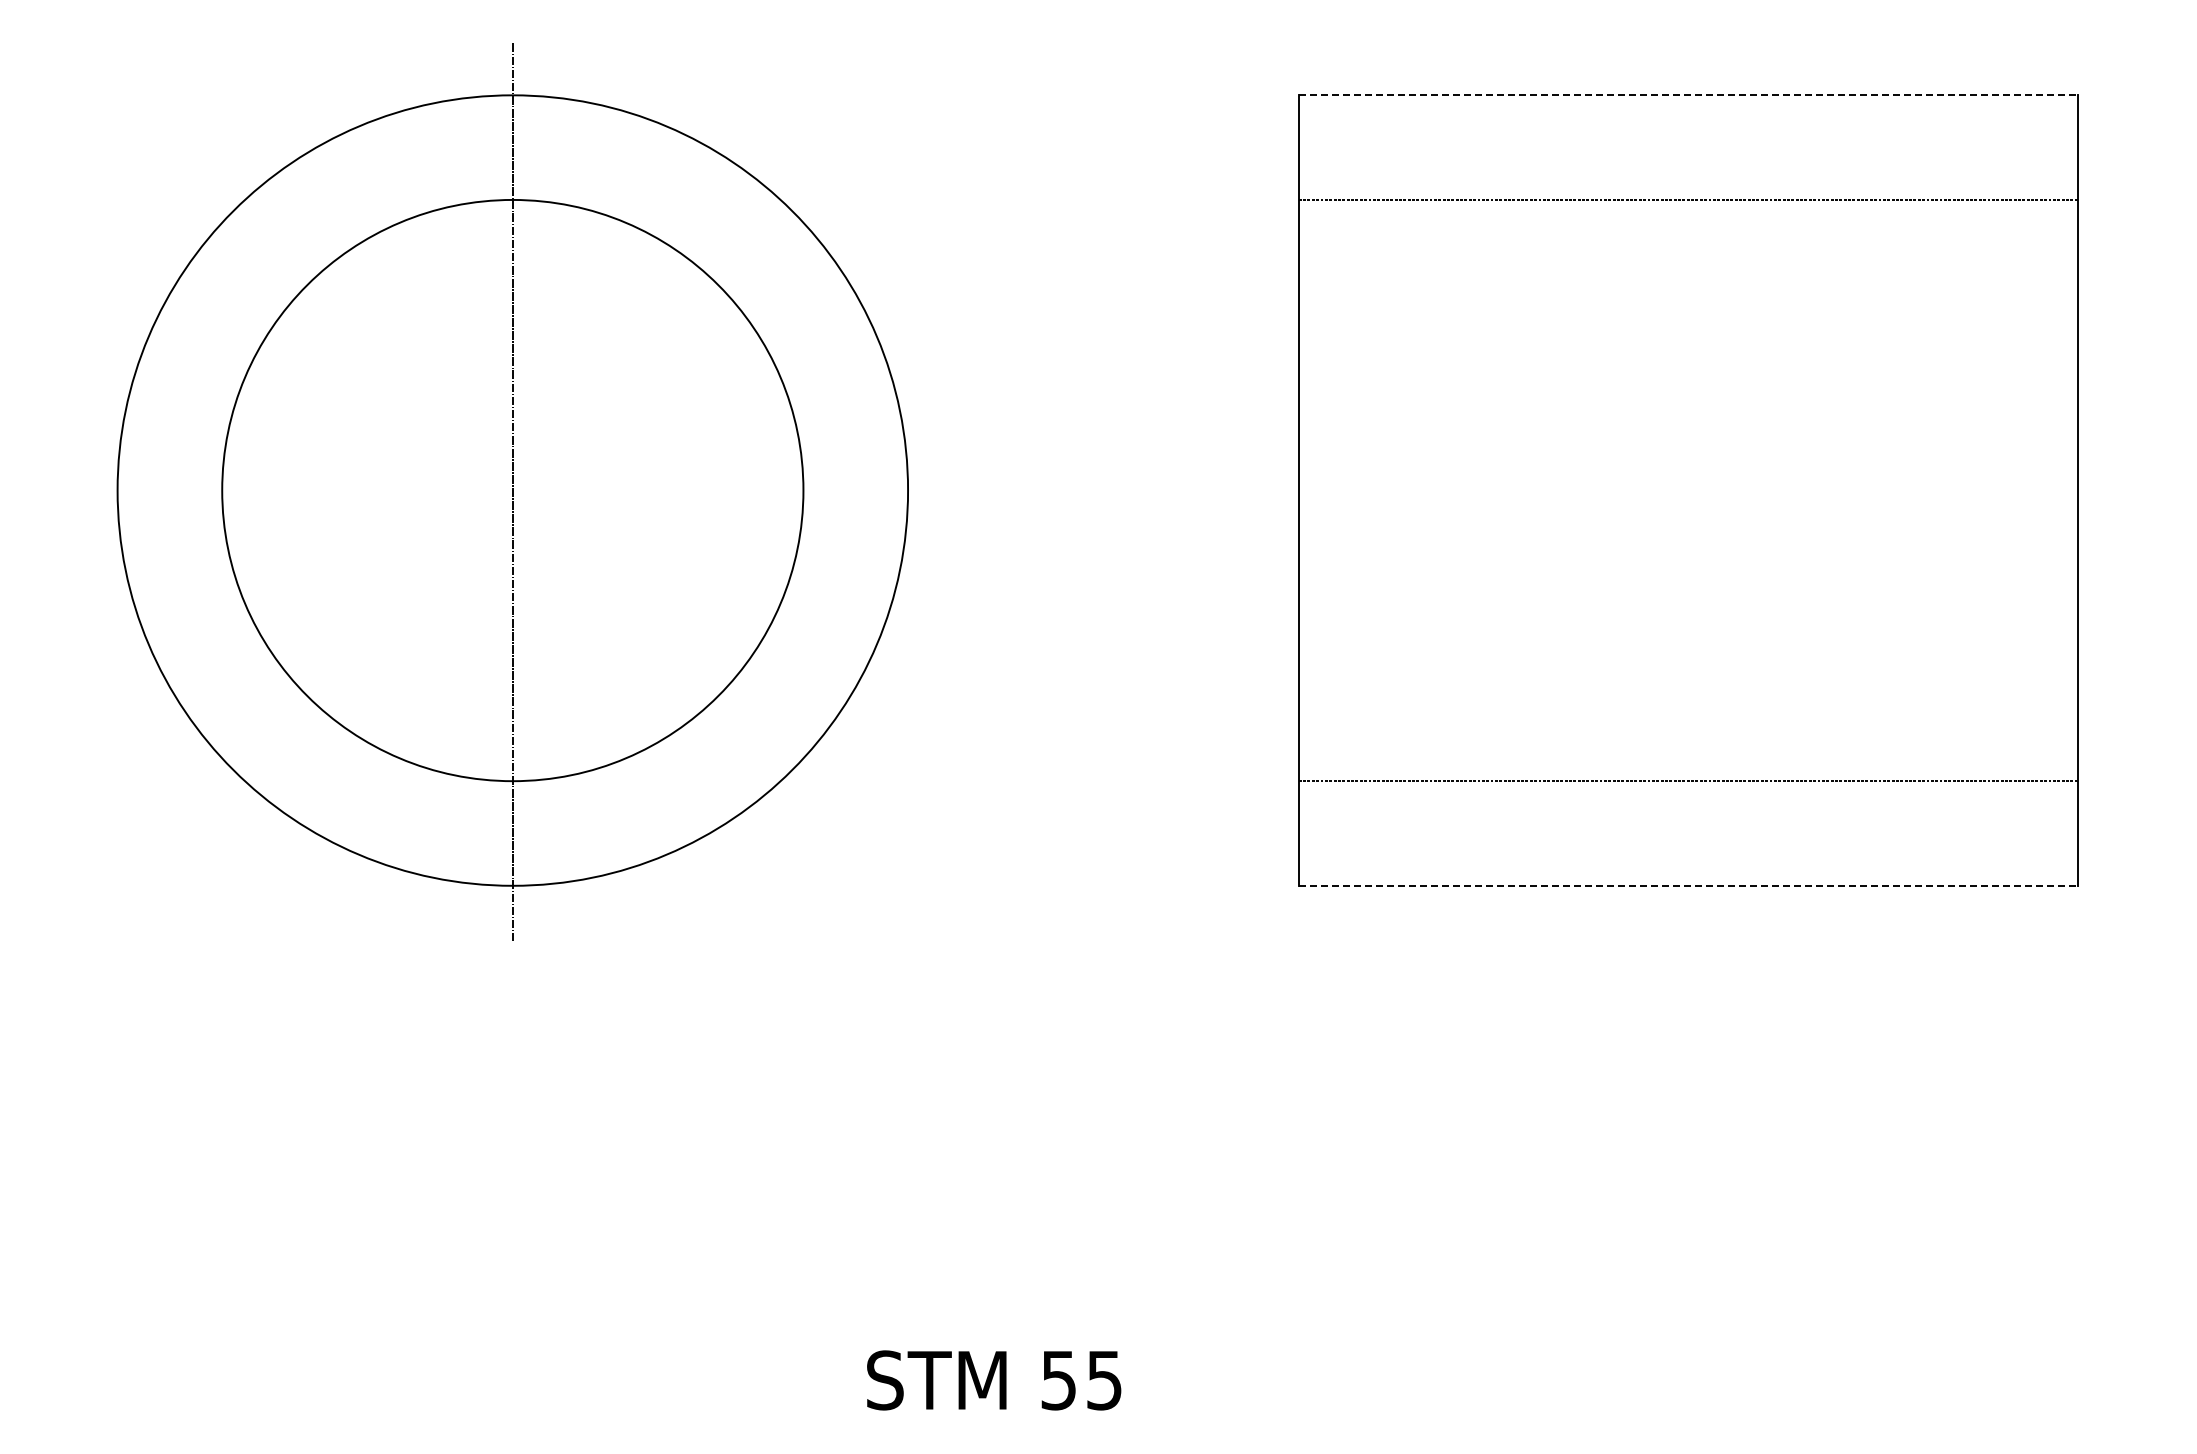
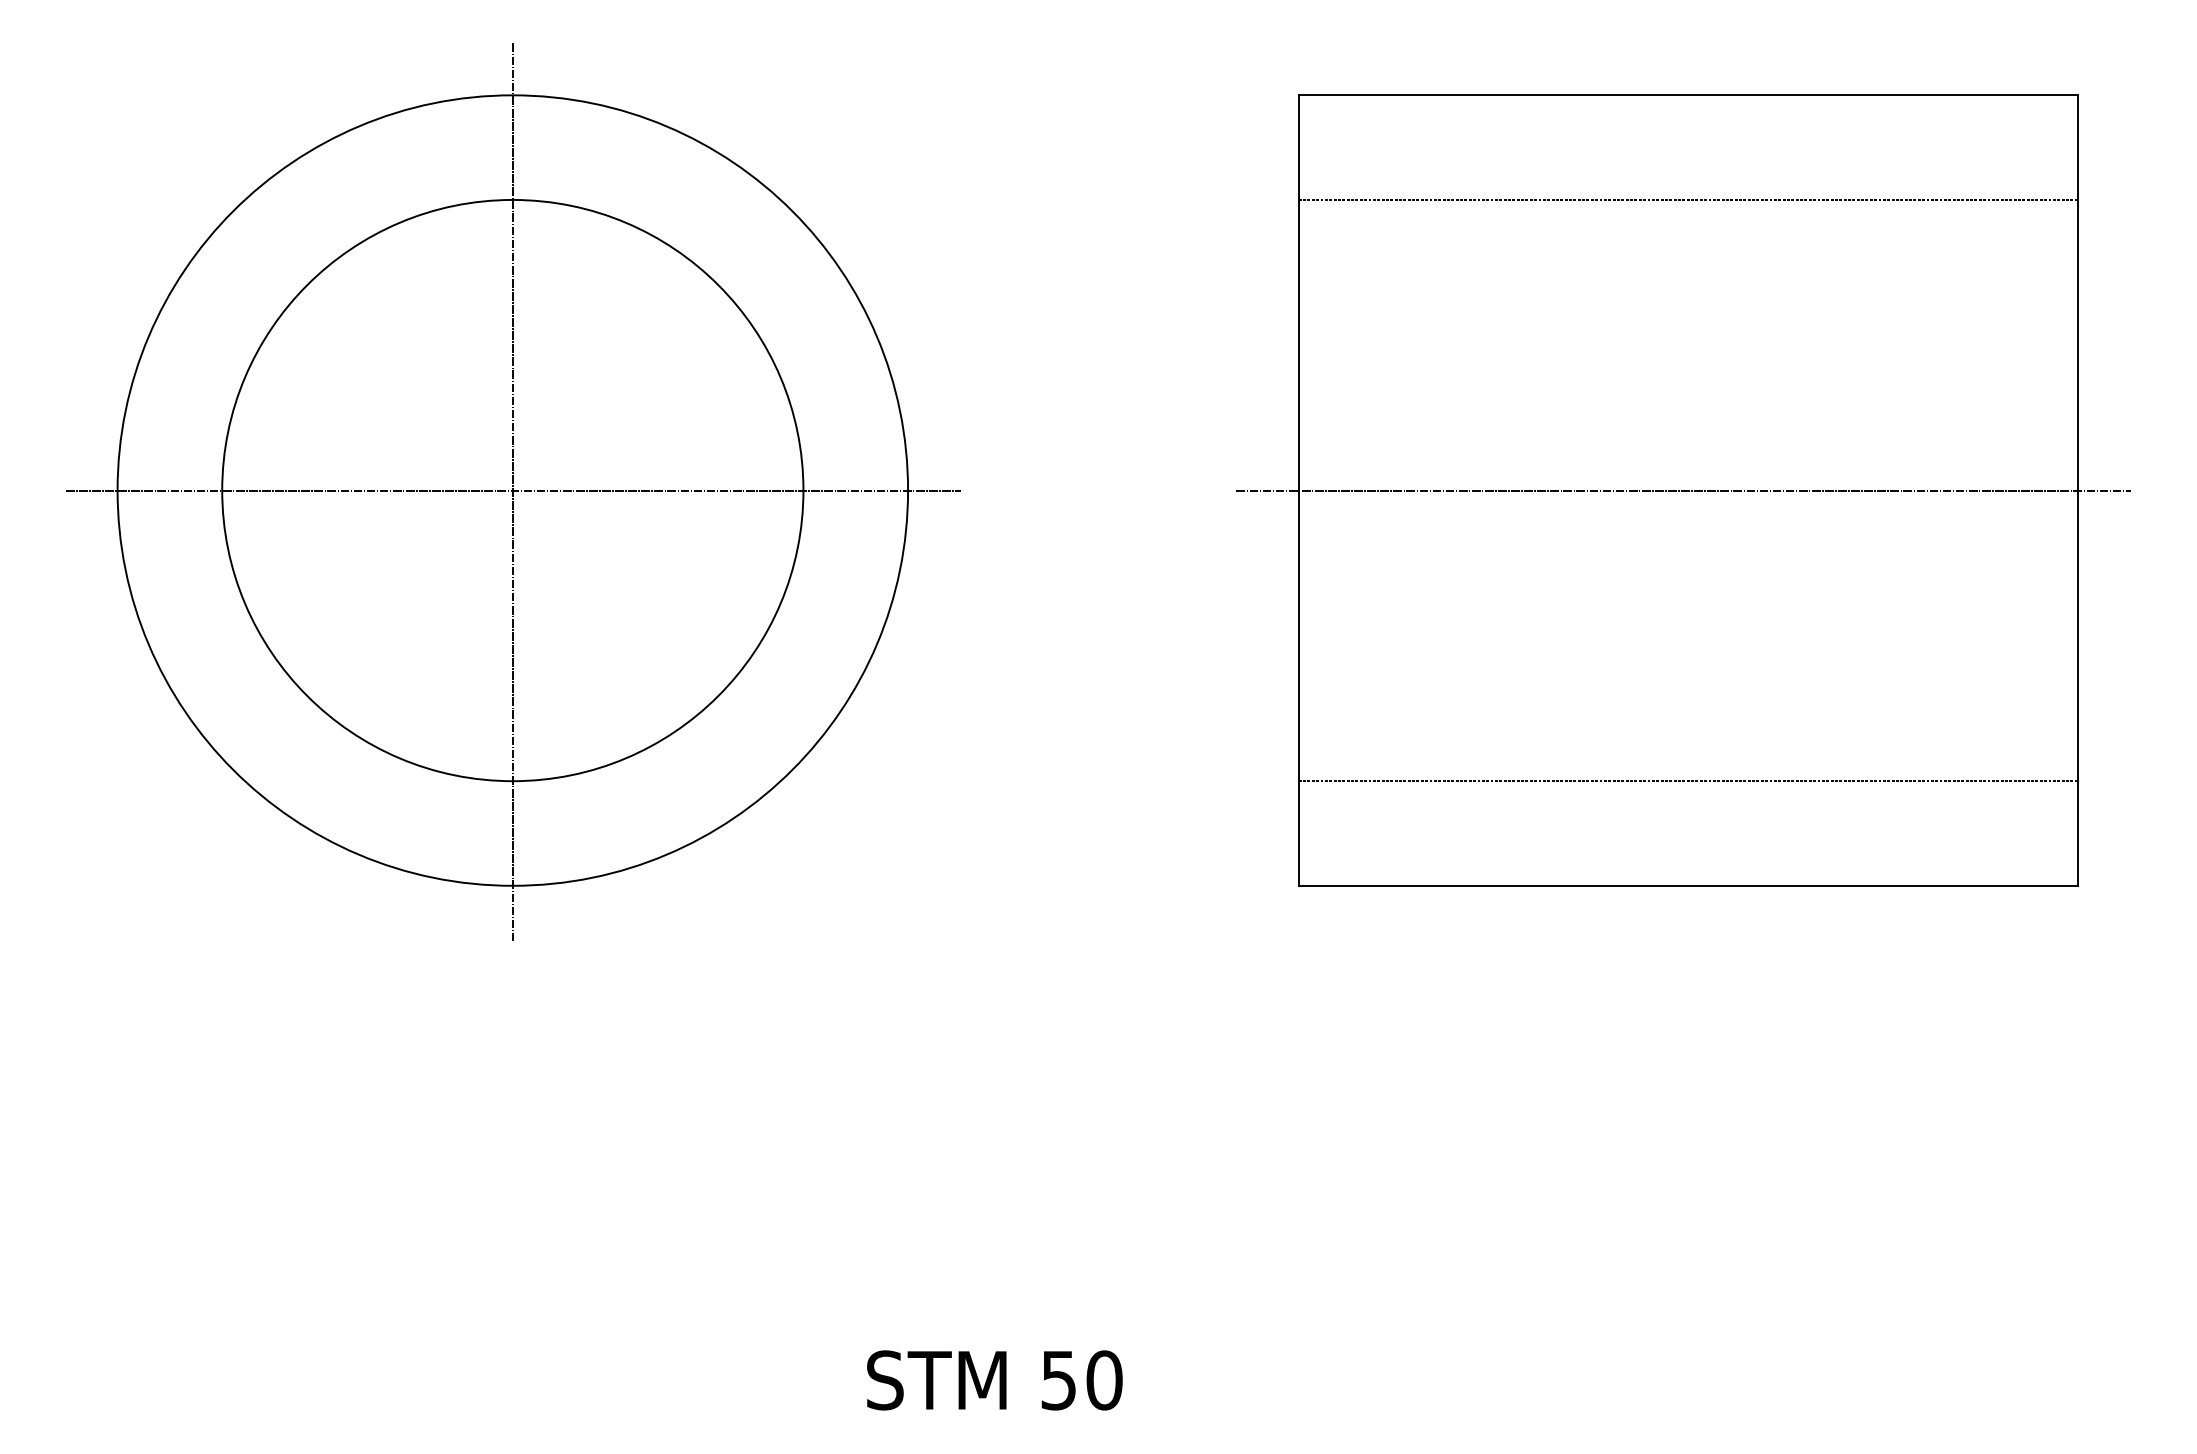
line at (1688, 95): dashed -> solid
line at (512, 490): none -> present
line at (1683, 490): none -> present
line at (1688, 885): dashed -> solid
text at (1104, 1380): 55 -> 50
